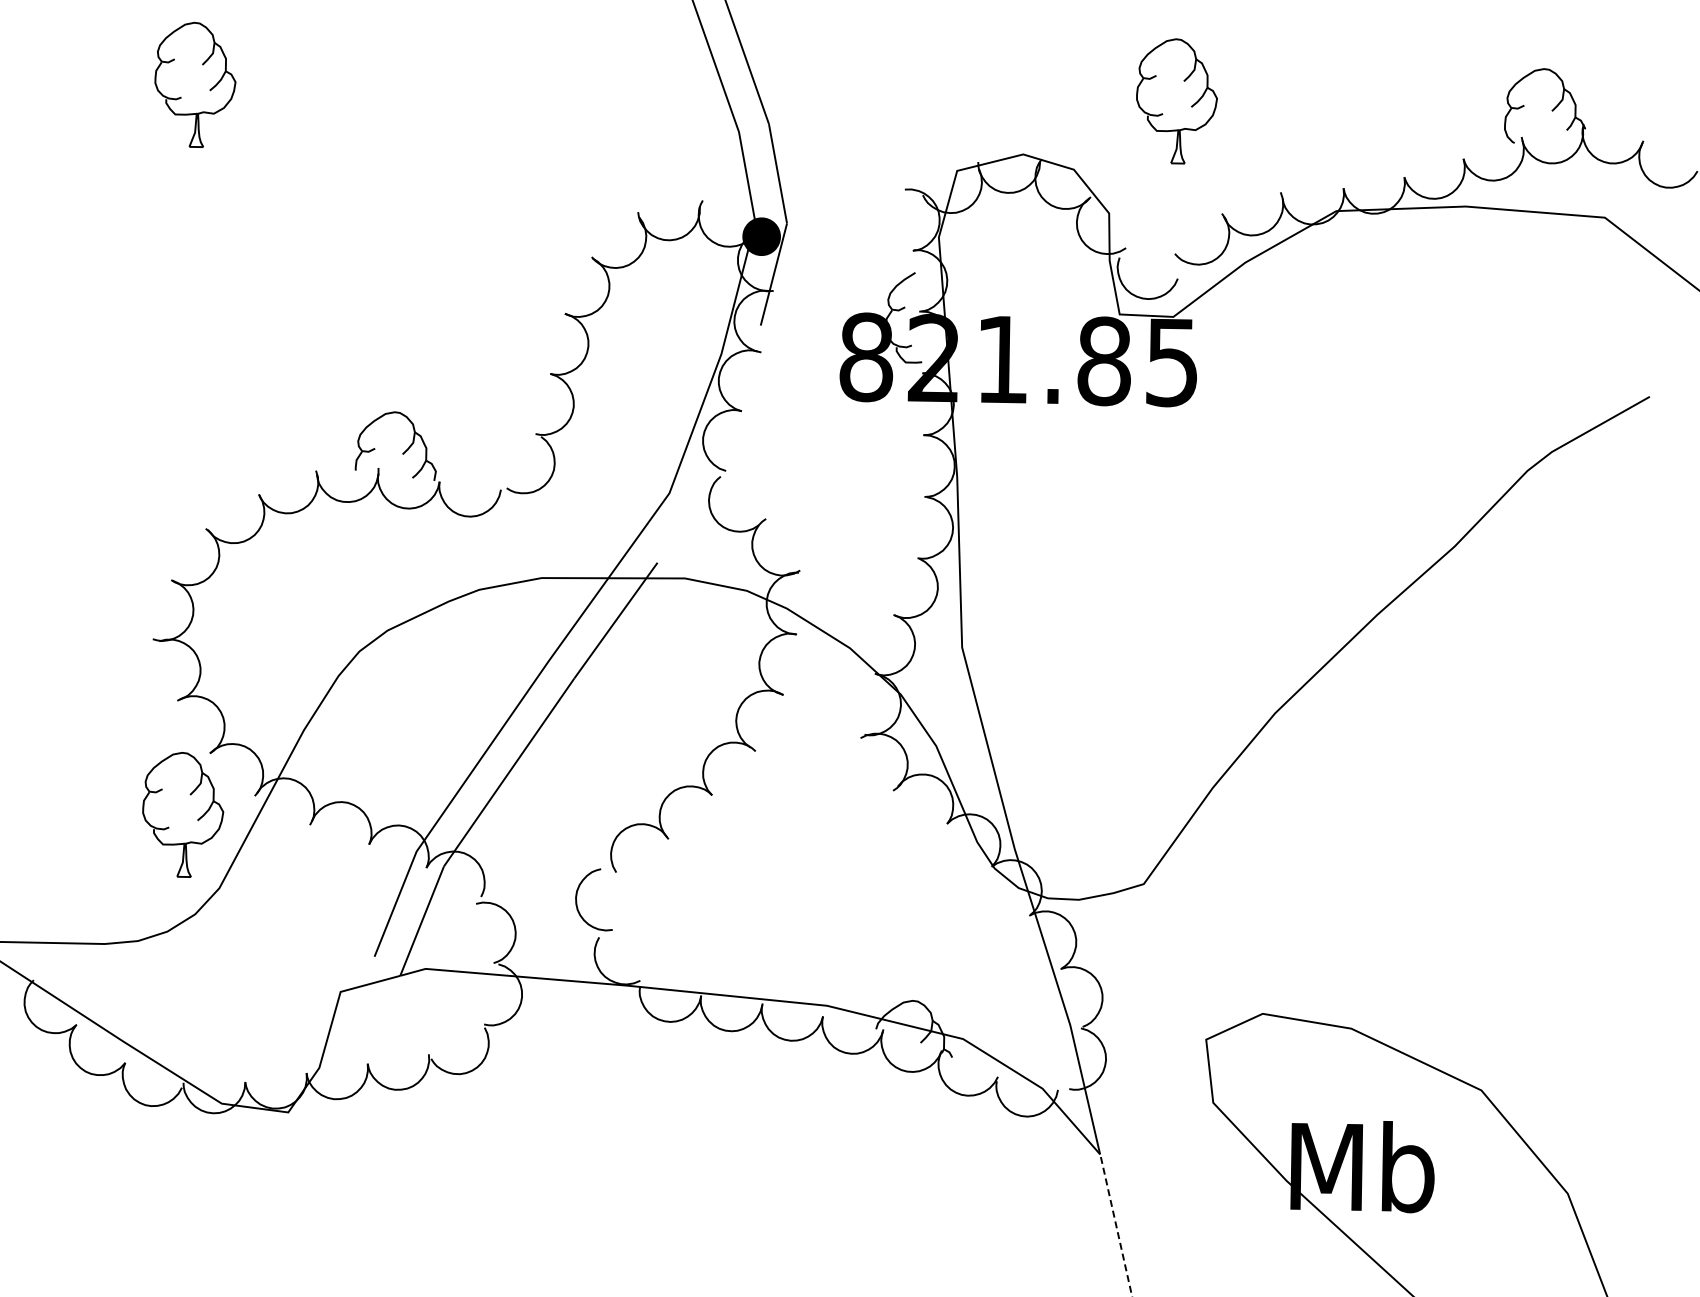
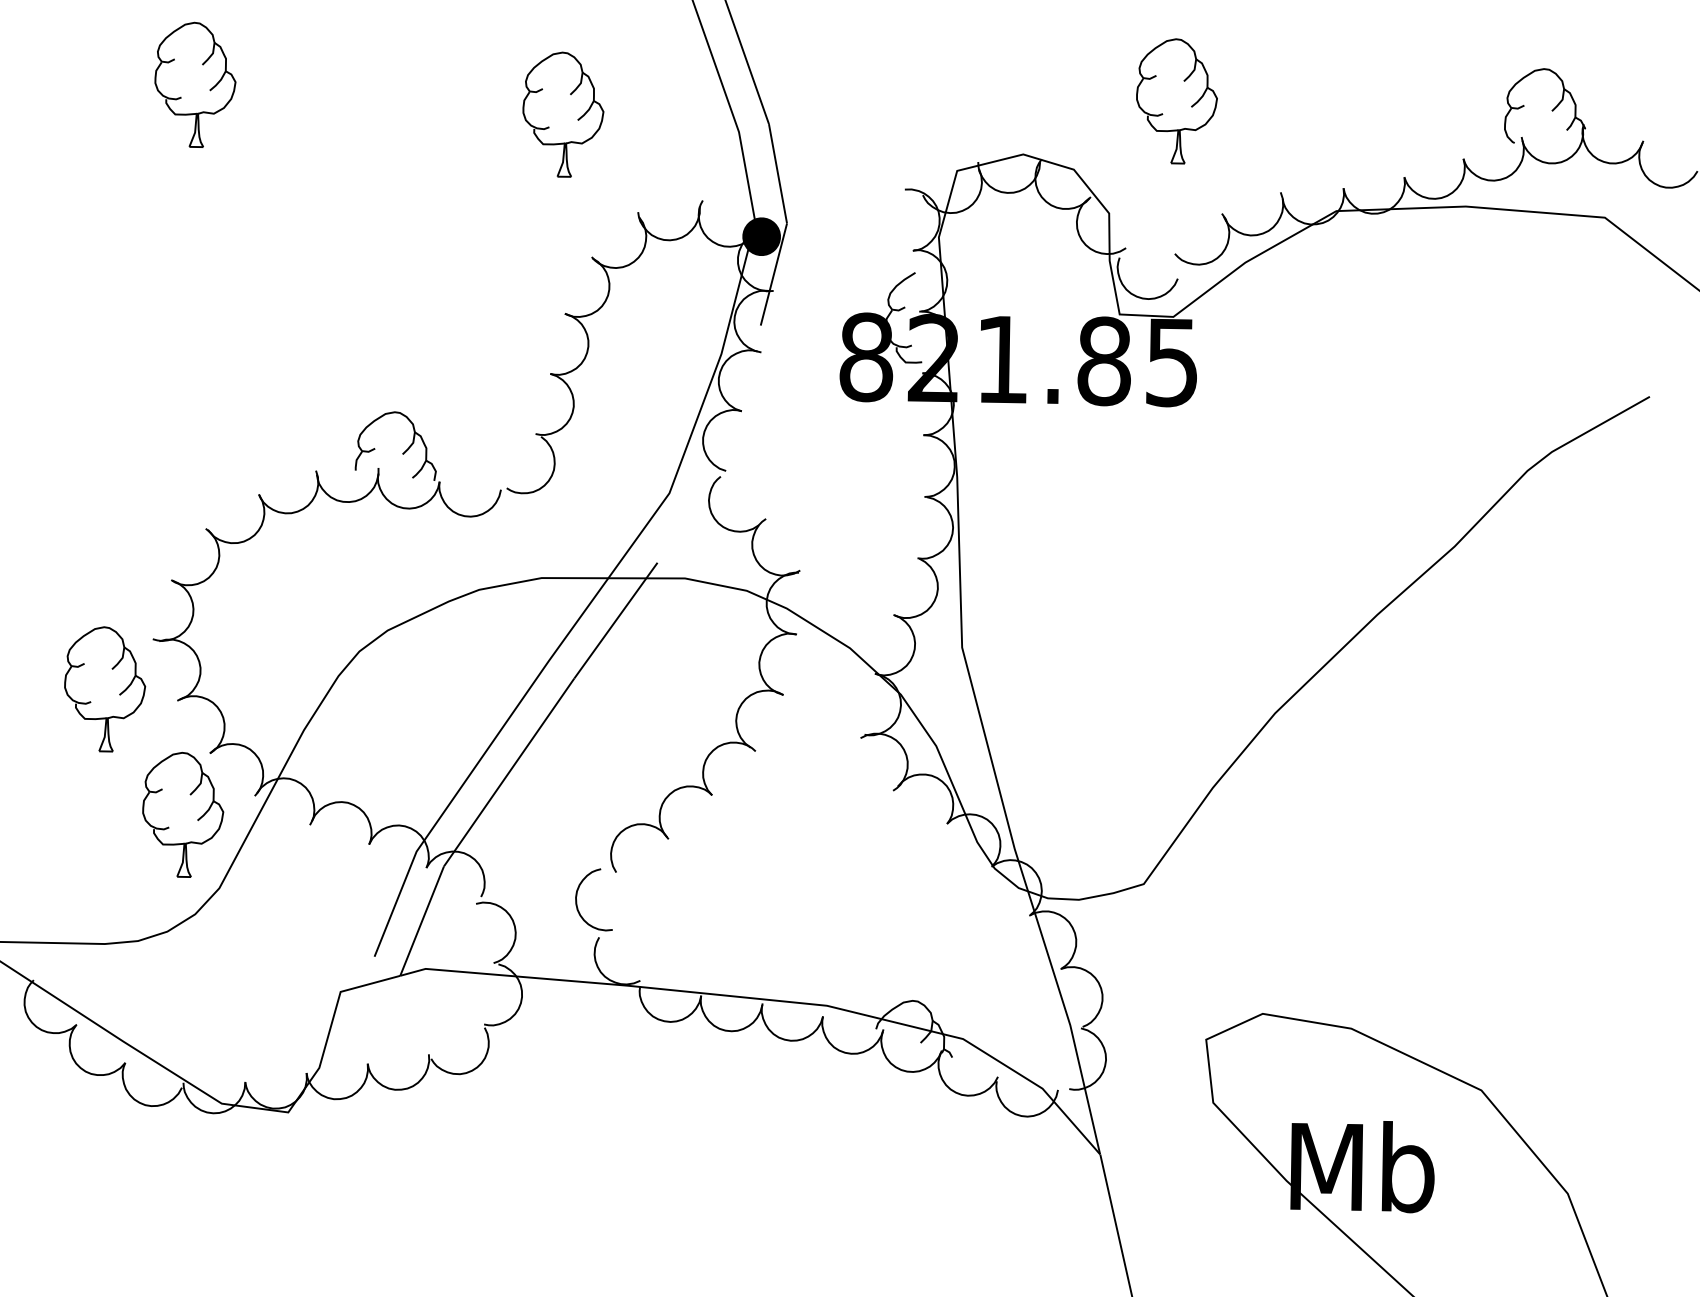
part at (563, 114): none -> present
part at (105, 689): none -> present
line at (1116, 1225): dashed -> solid
